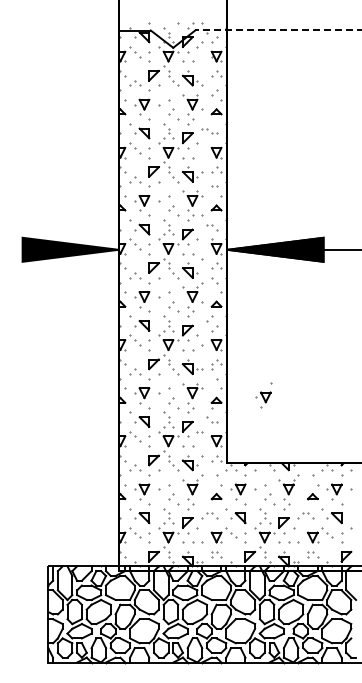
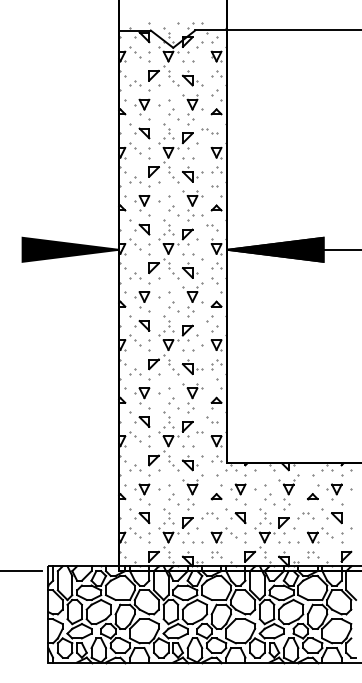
line at (278, 30): dashed -> solid
part at (263, 395): present -> none
line at (22, 571): none -> present
